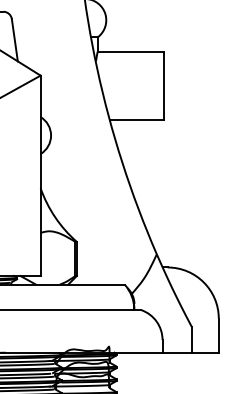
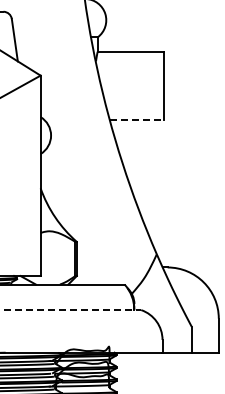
line at (137, 120): solid -> dashed
line at (71, 310): solid -> dashed
